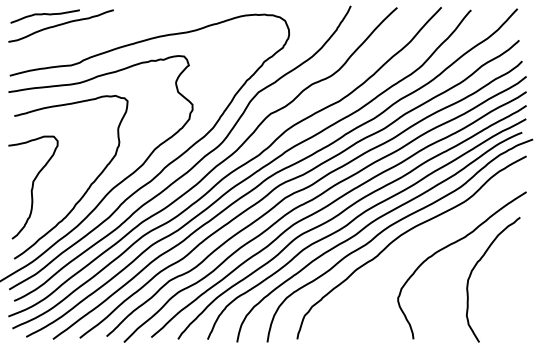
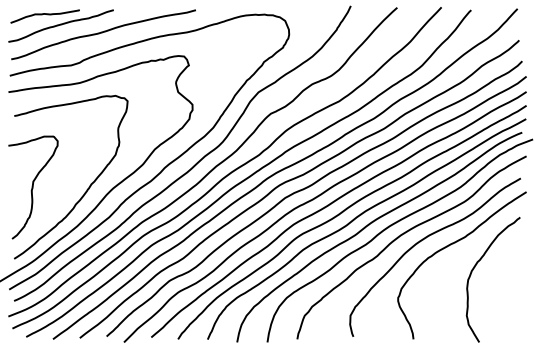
curve at (102, 33): none -> present
curve at (423, 240): none -> present
